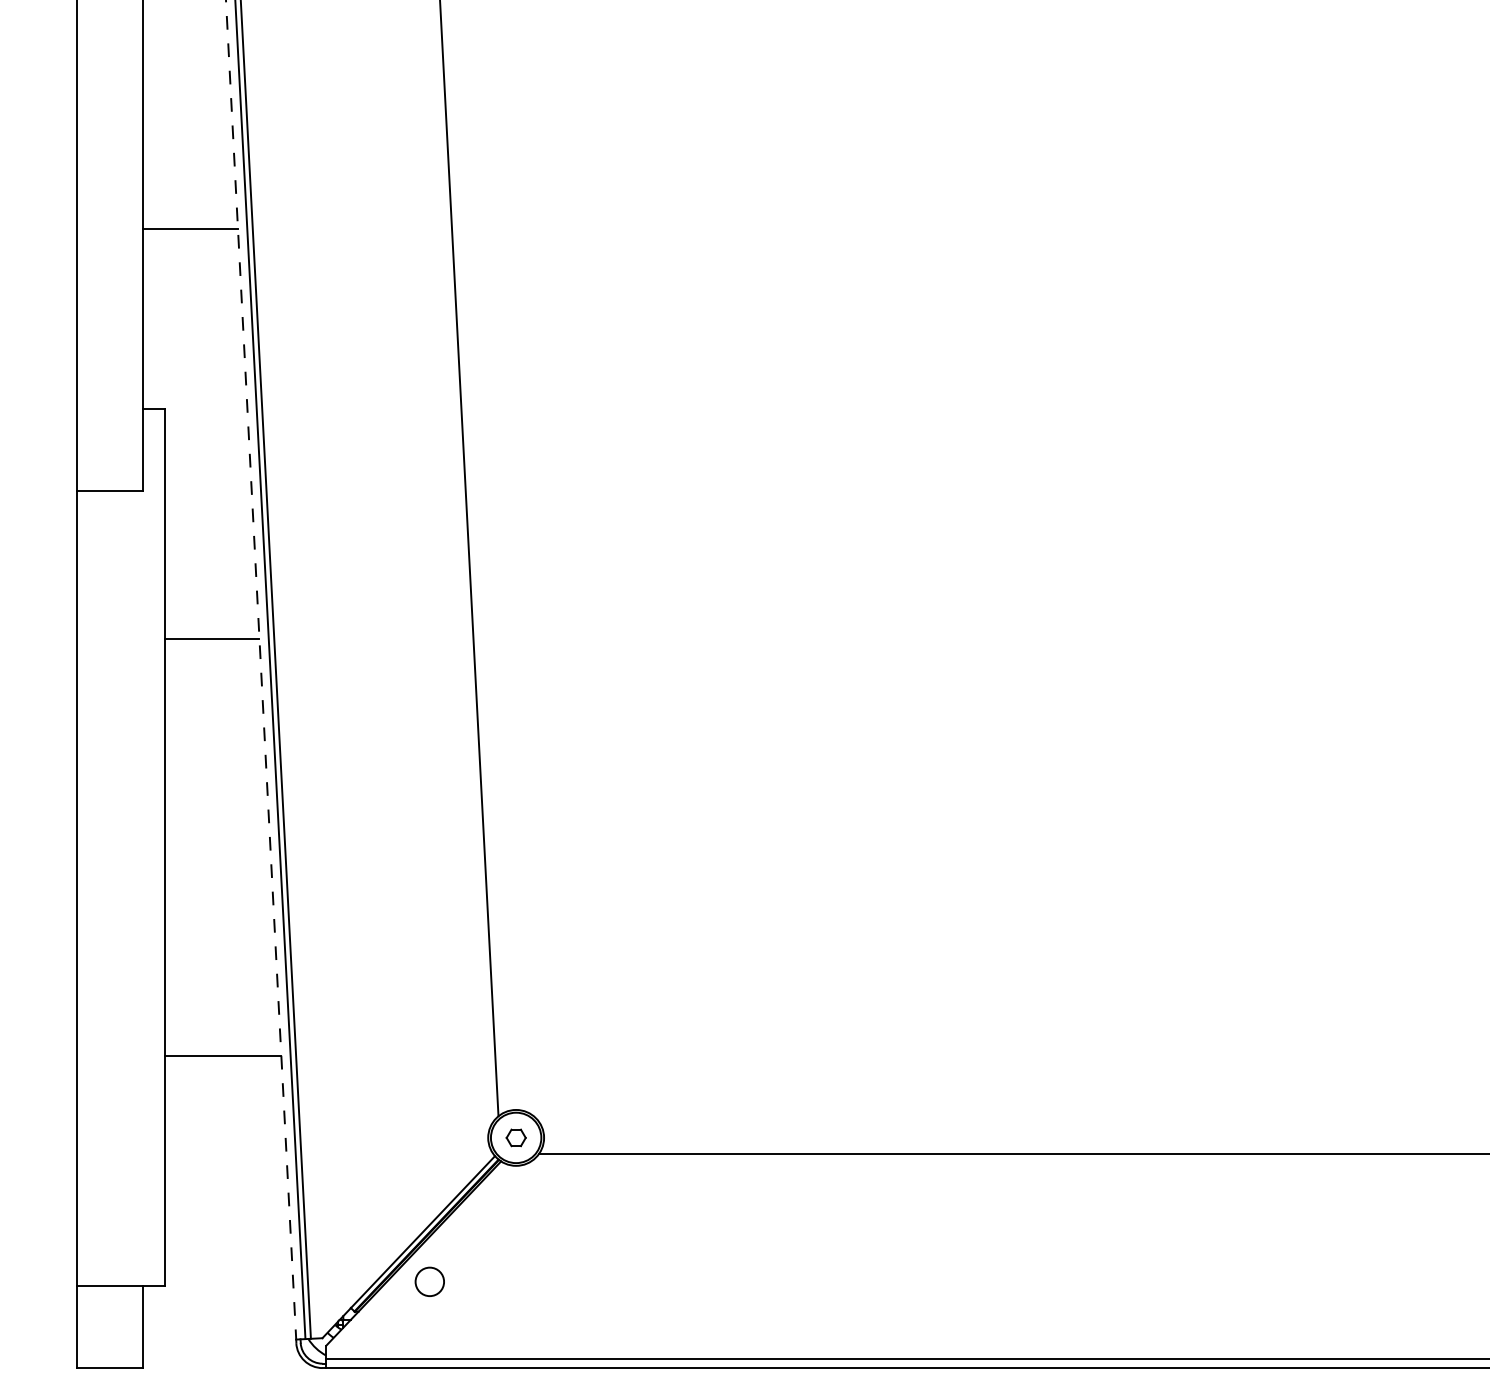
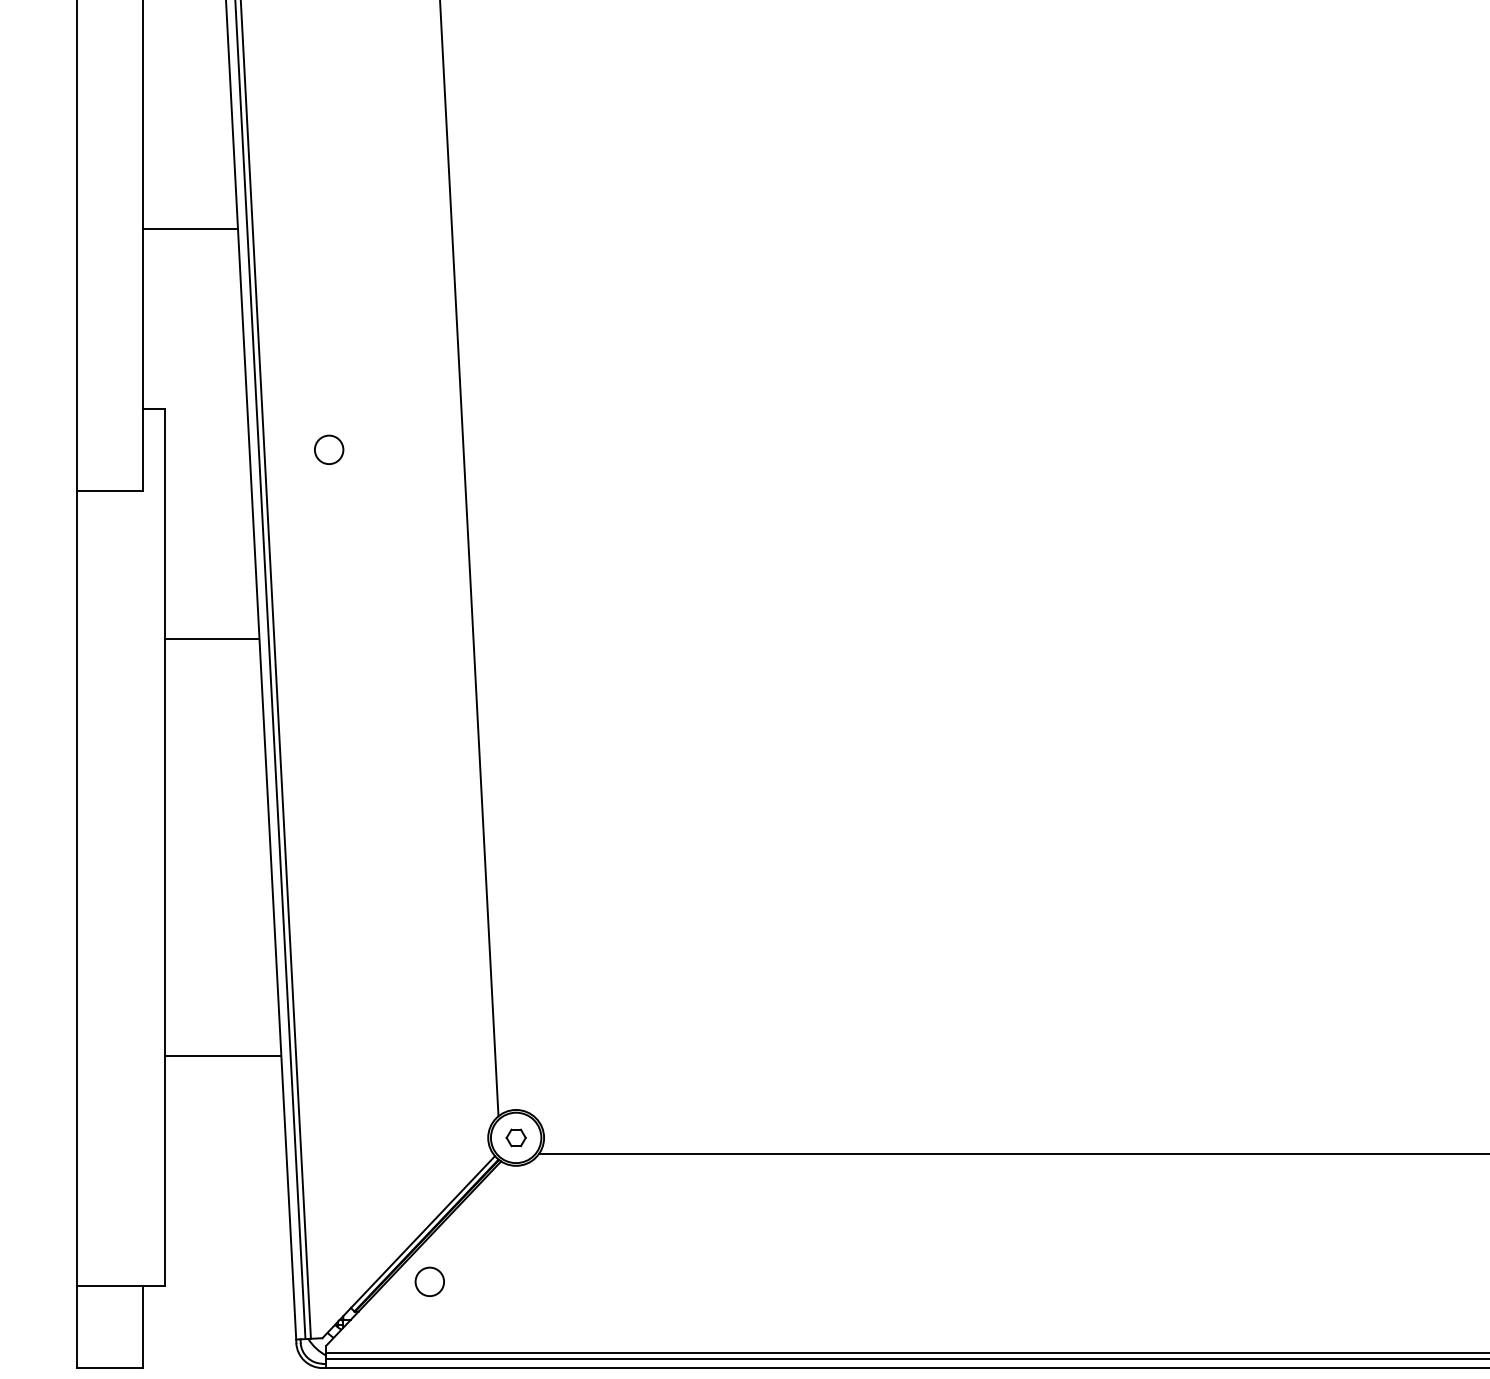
circle at (329, 449): none -> present
line at (261, 671): dashed -> solid
line at (906, 1353): none -> present
